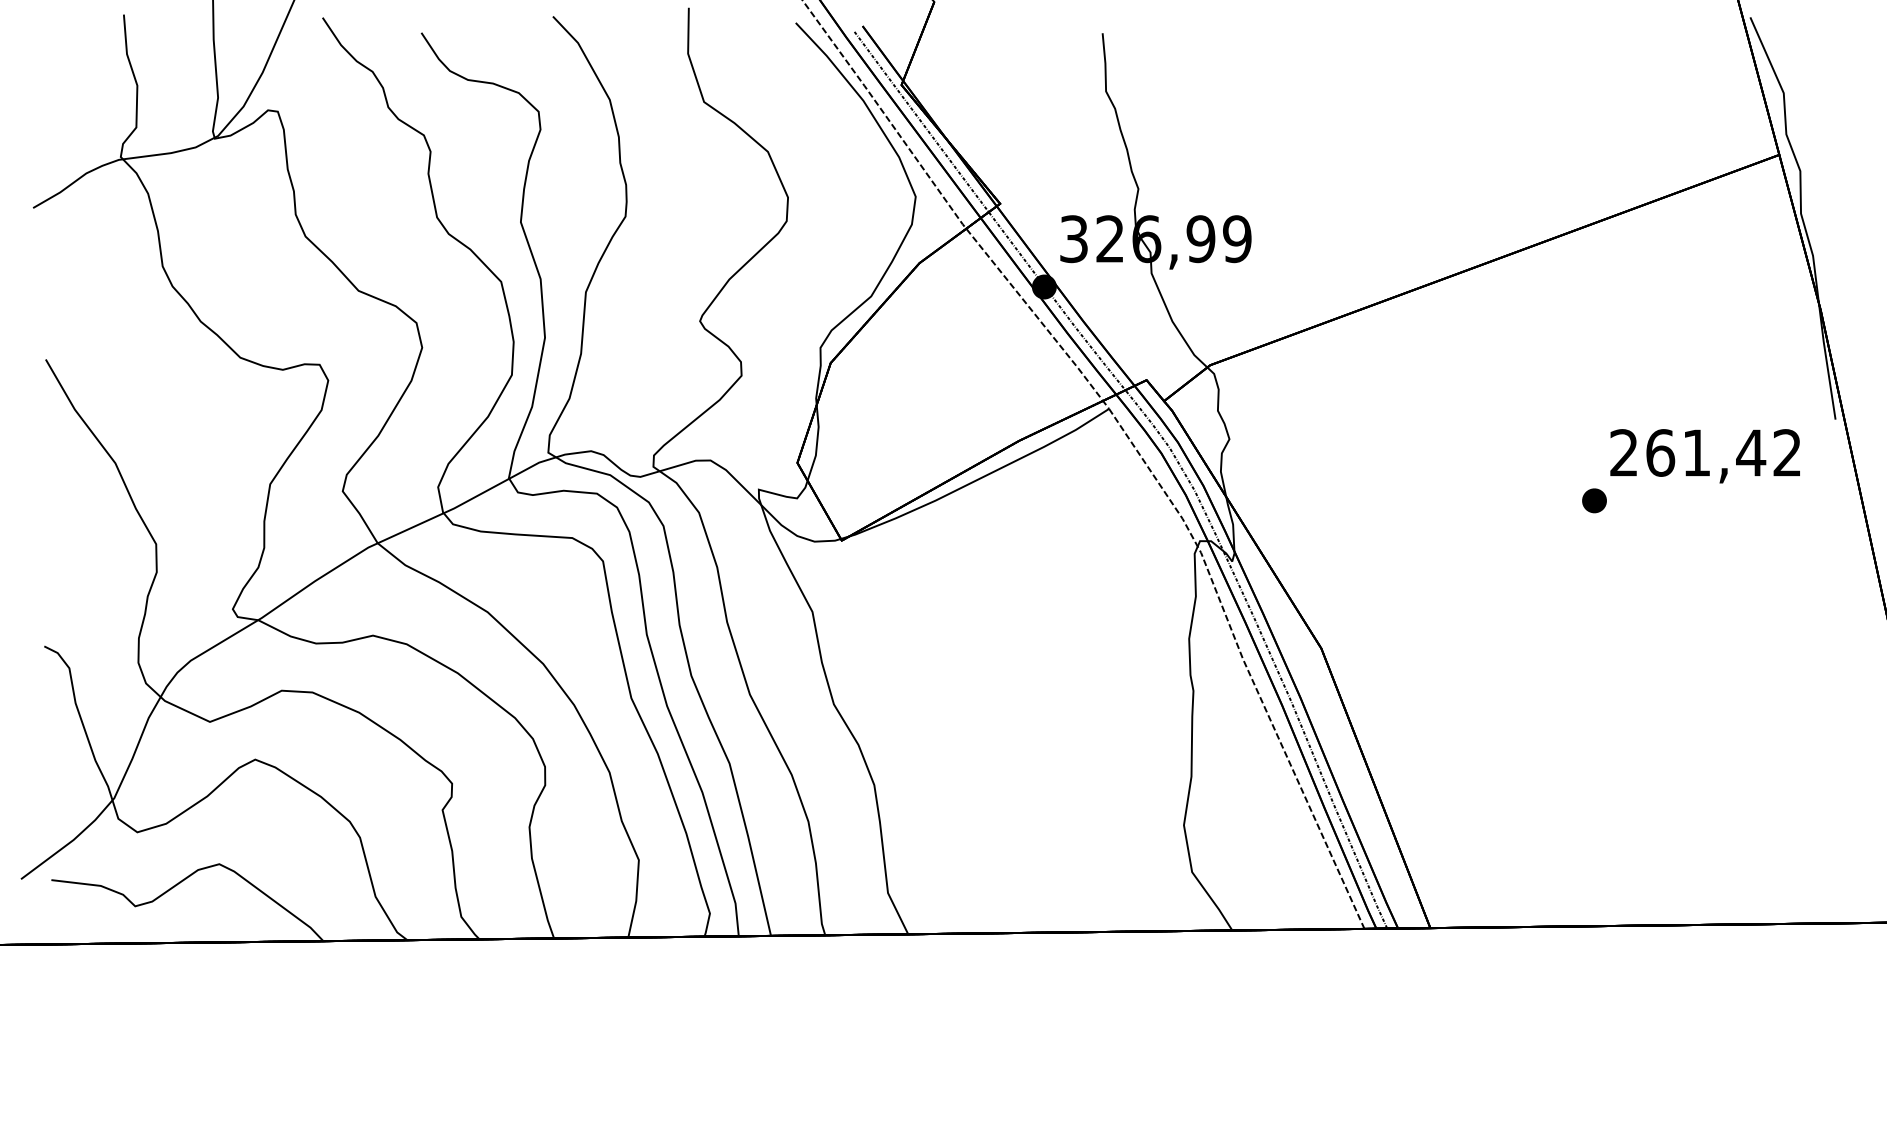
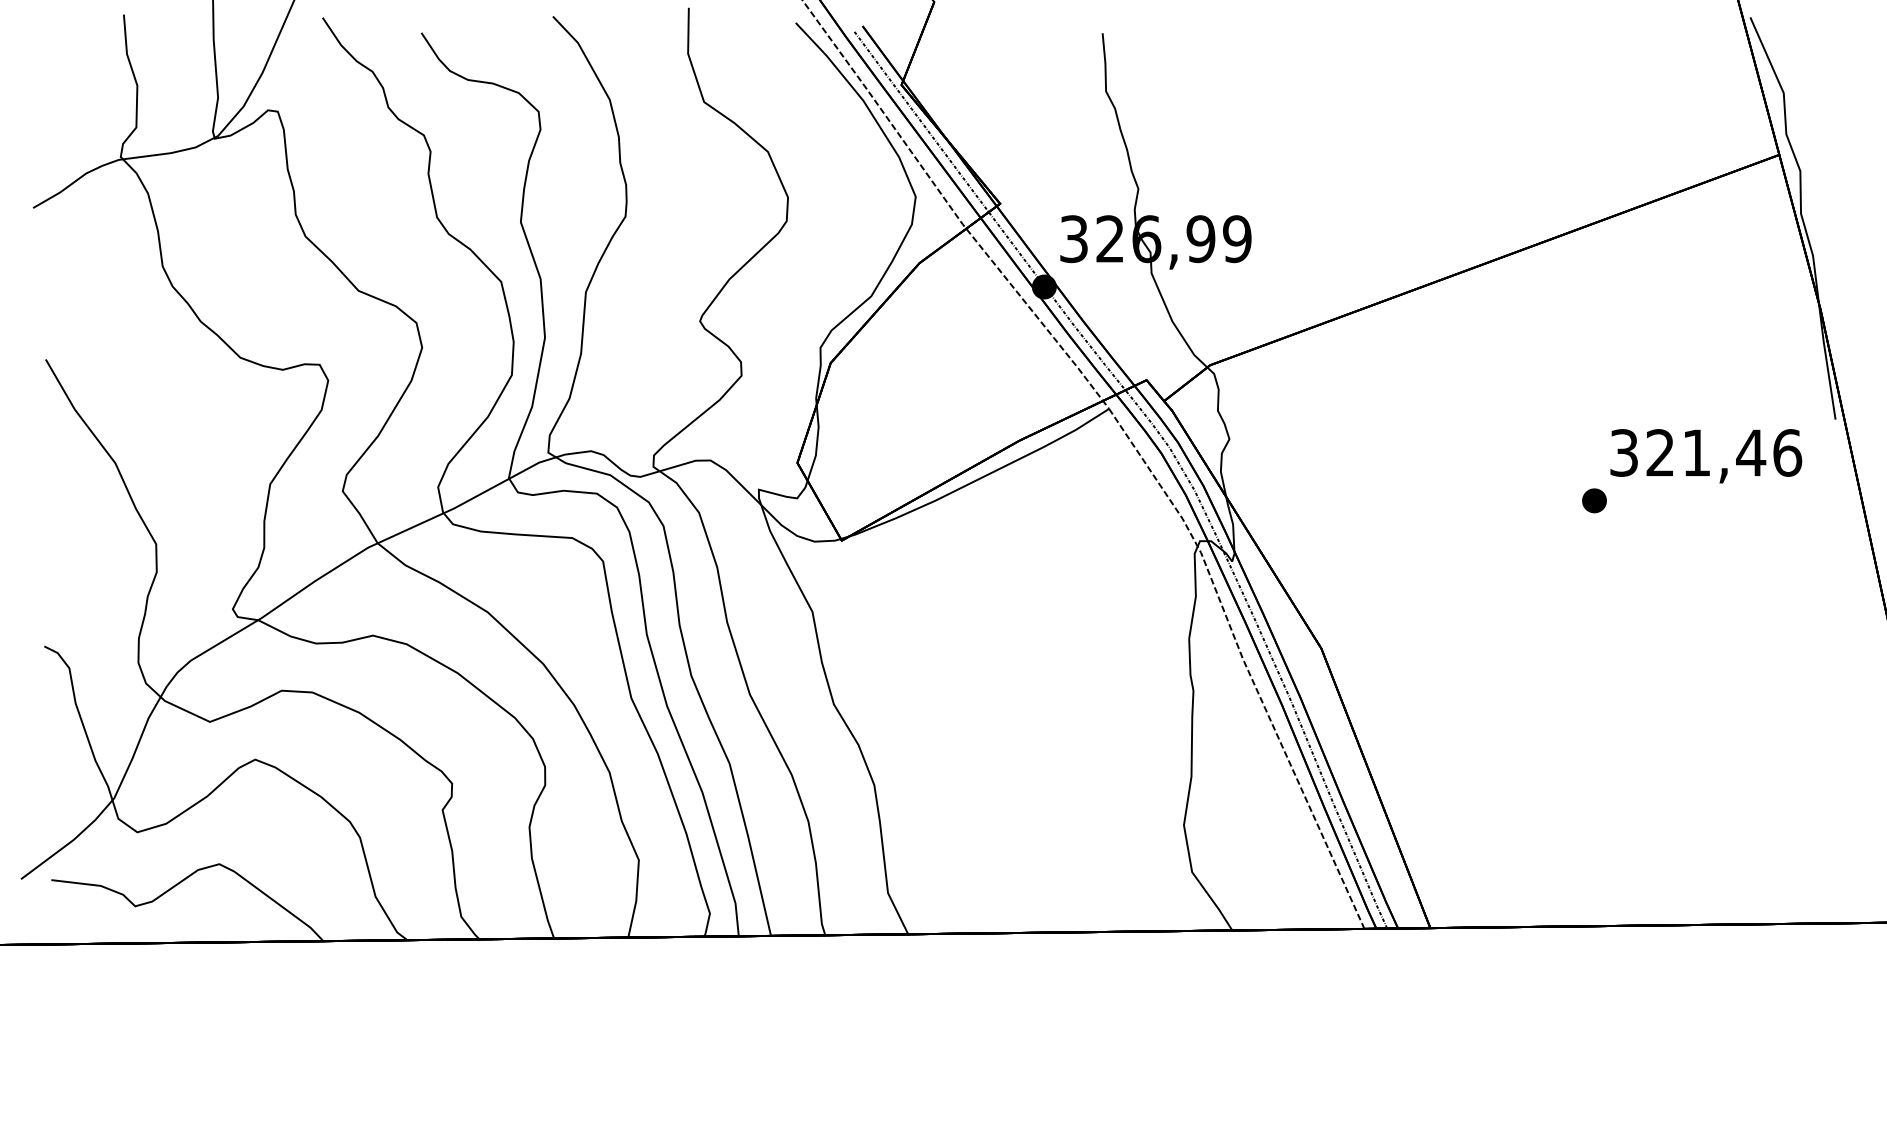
text at (1706, 452): 261,42 -> 321,46
